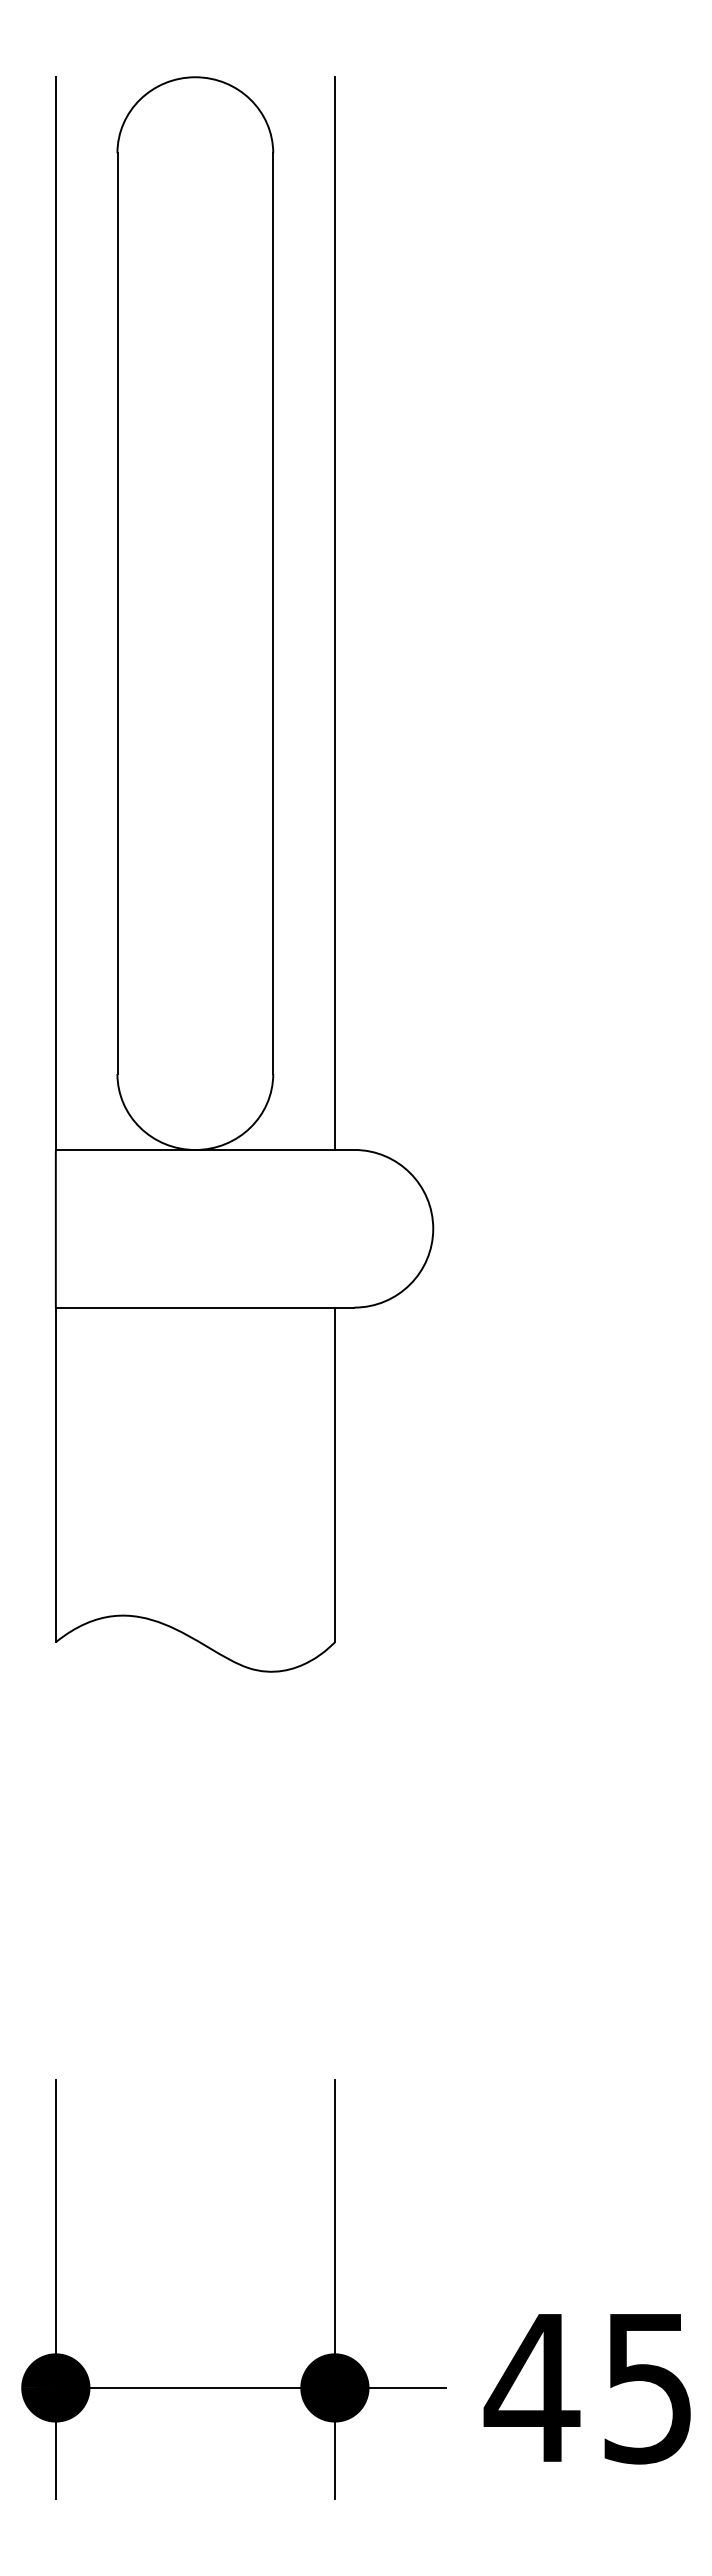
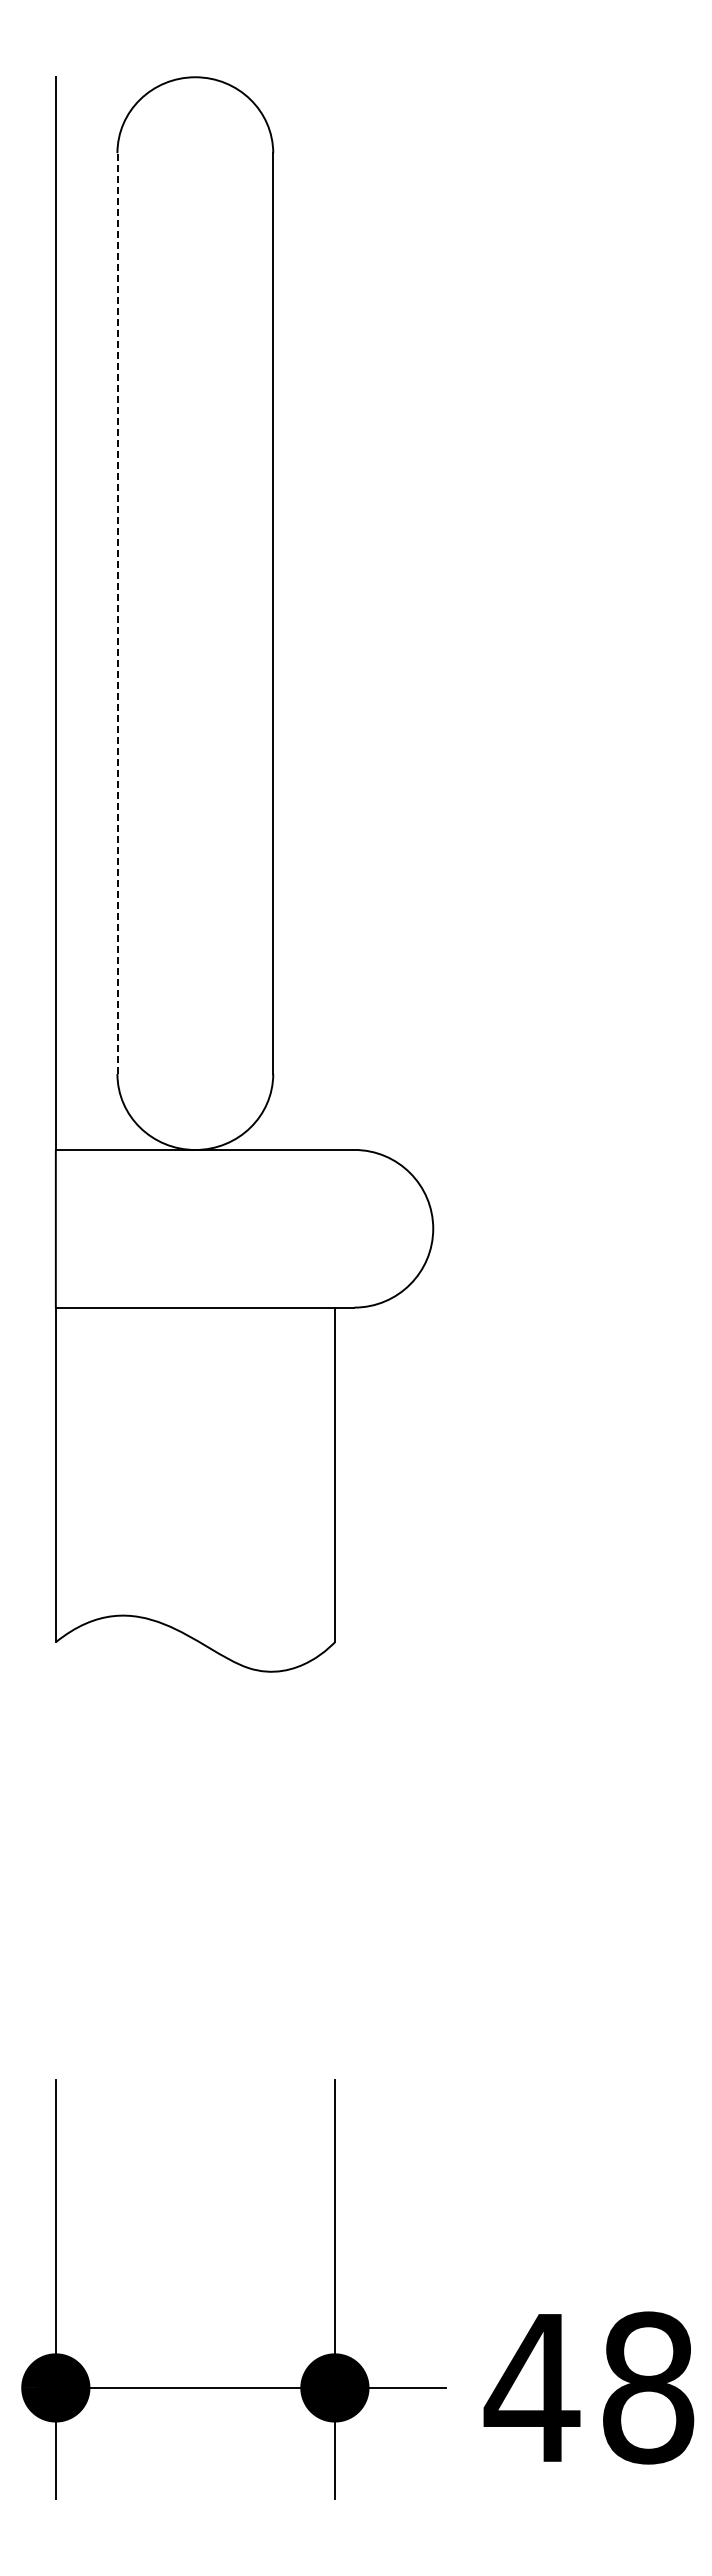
line at (117, 613): solid -> dashed
line at (334, 613): present -> none
text at (648, 2387): 45 -> 48
